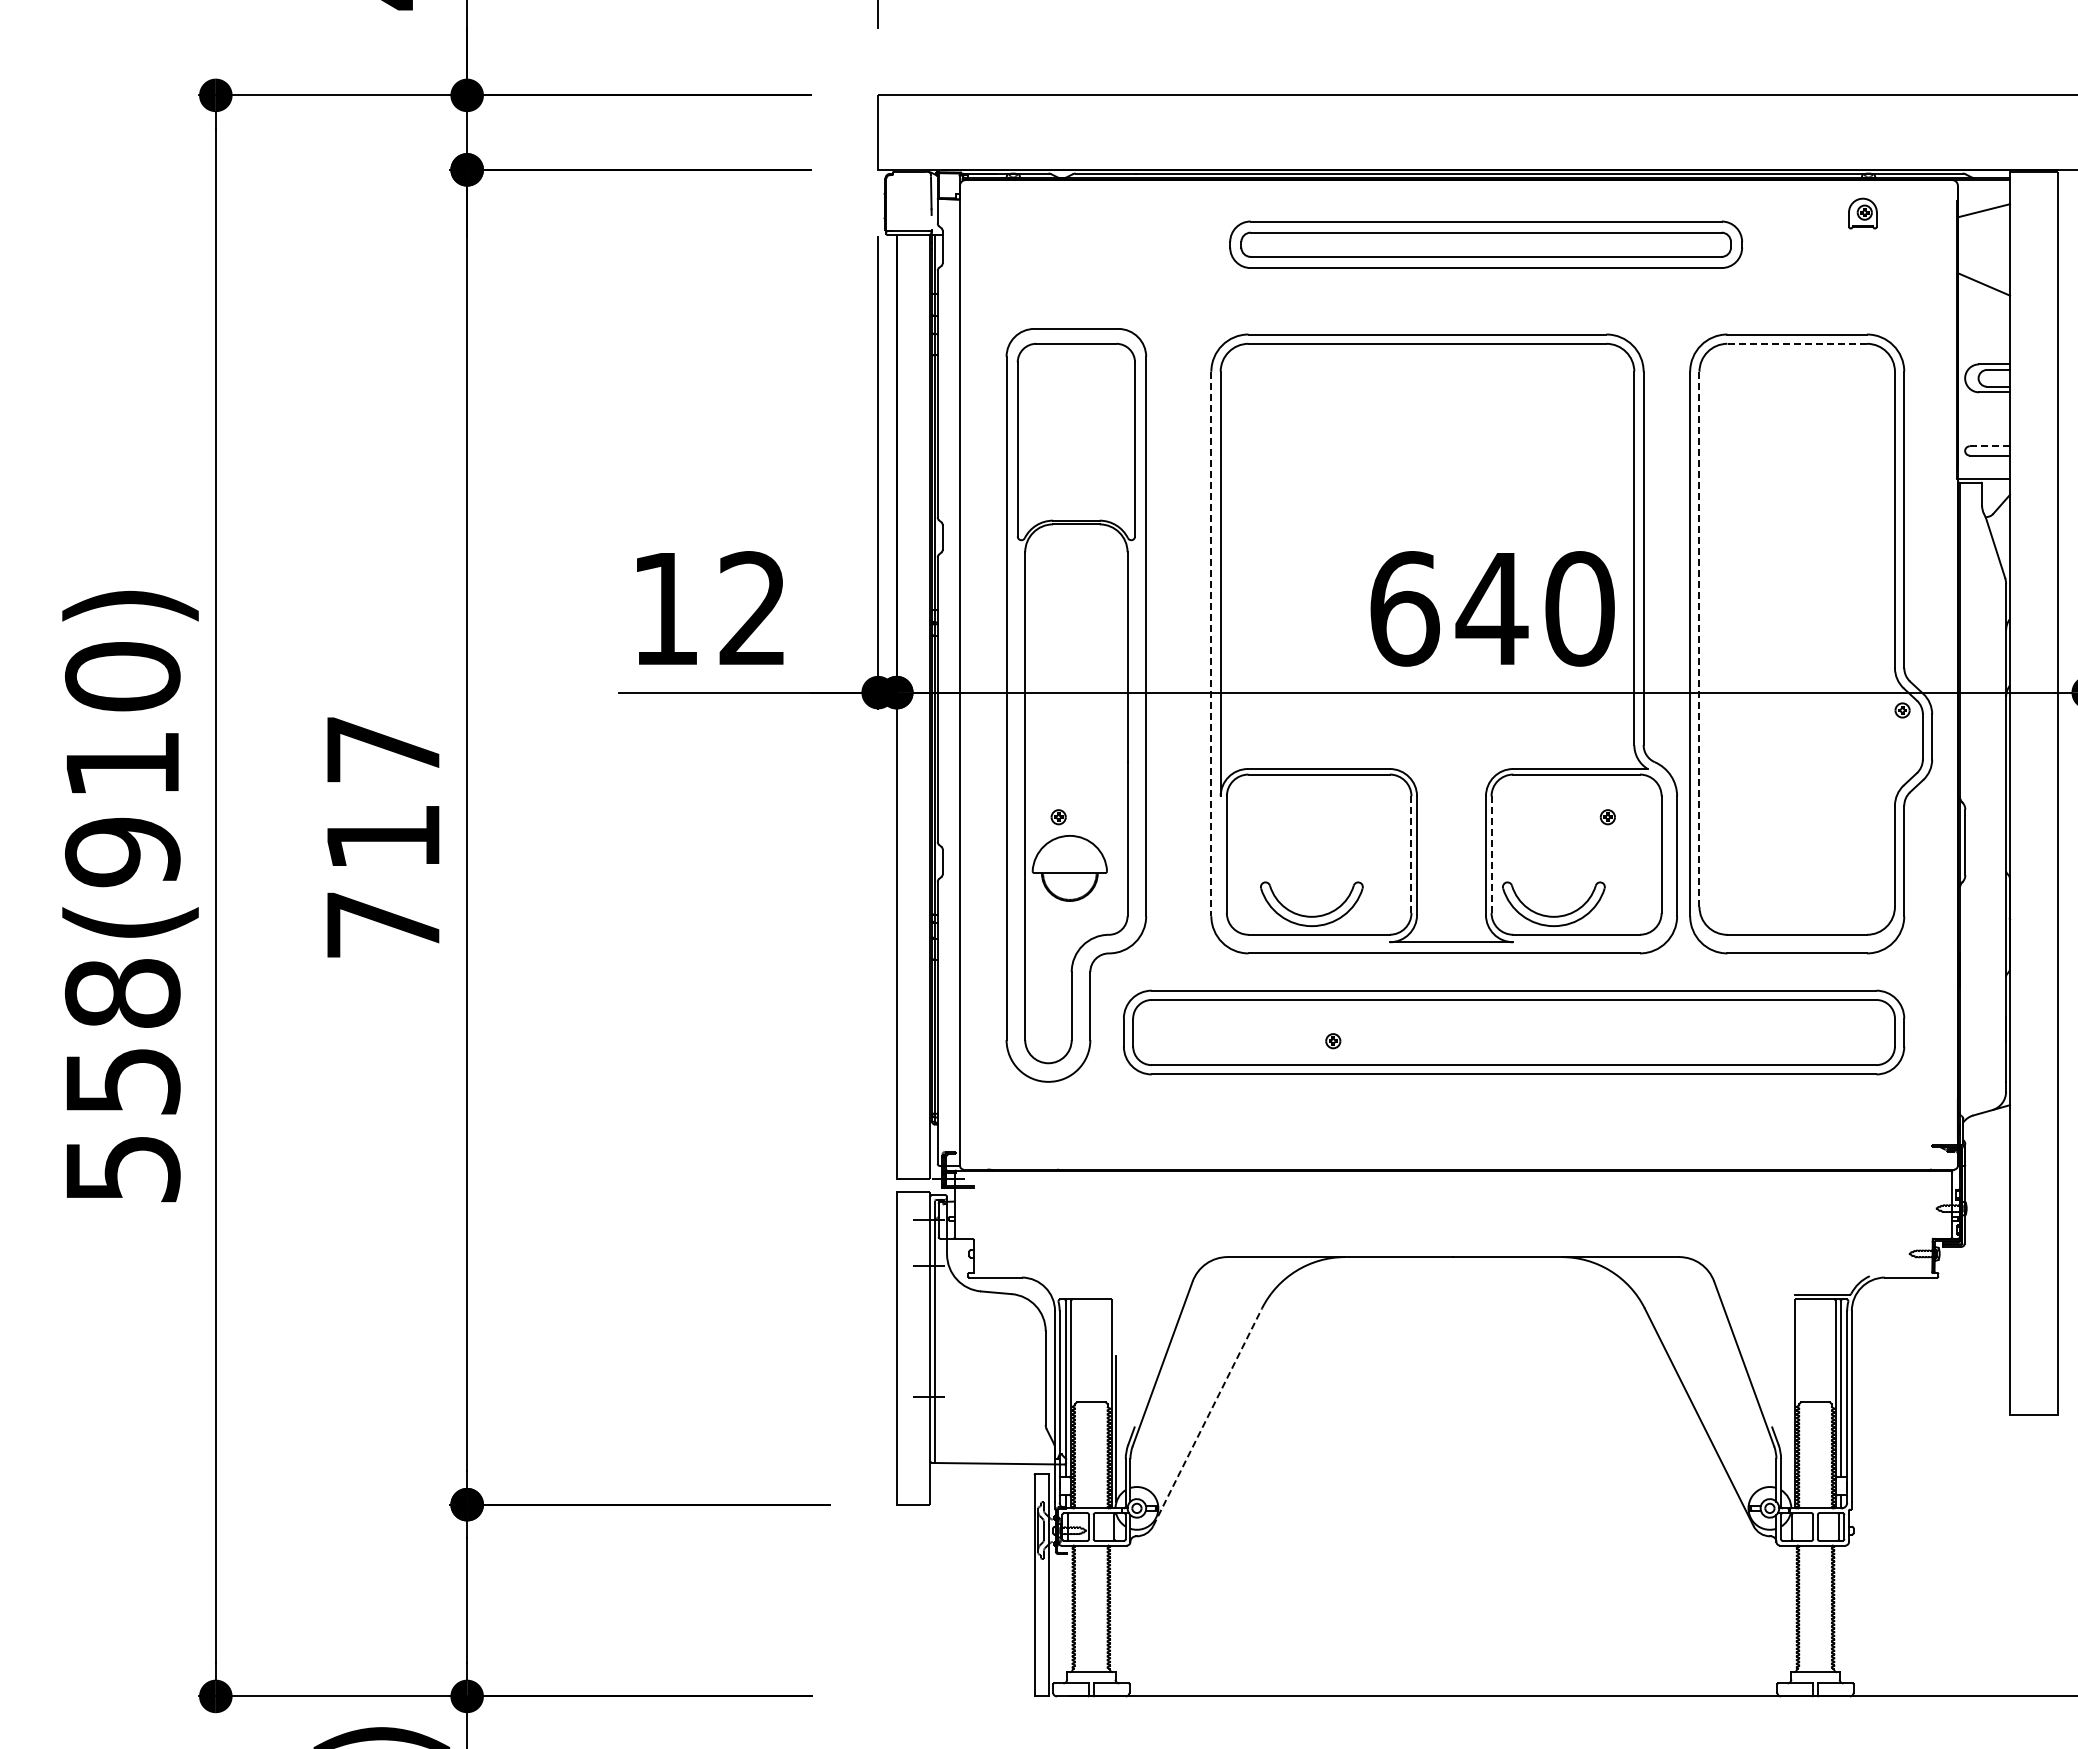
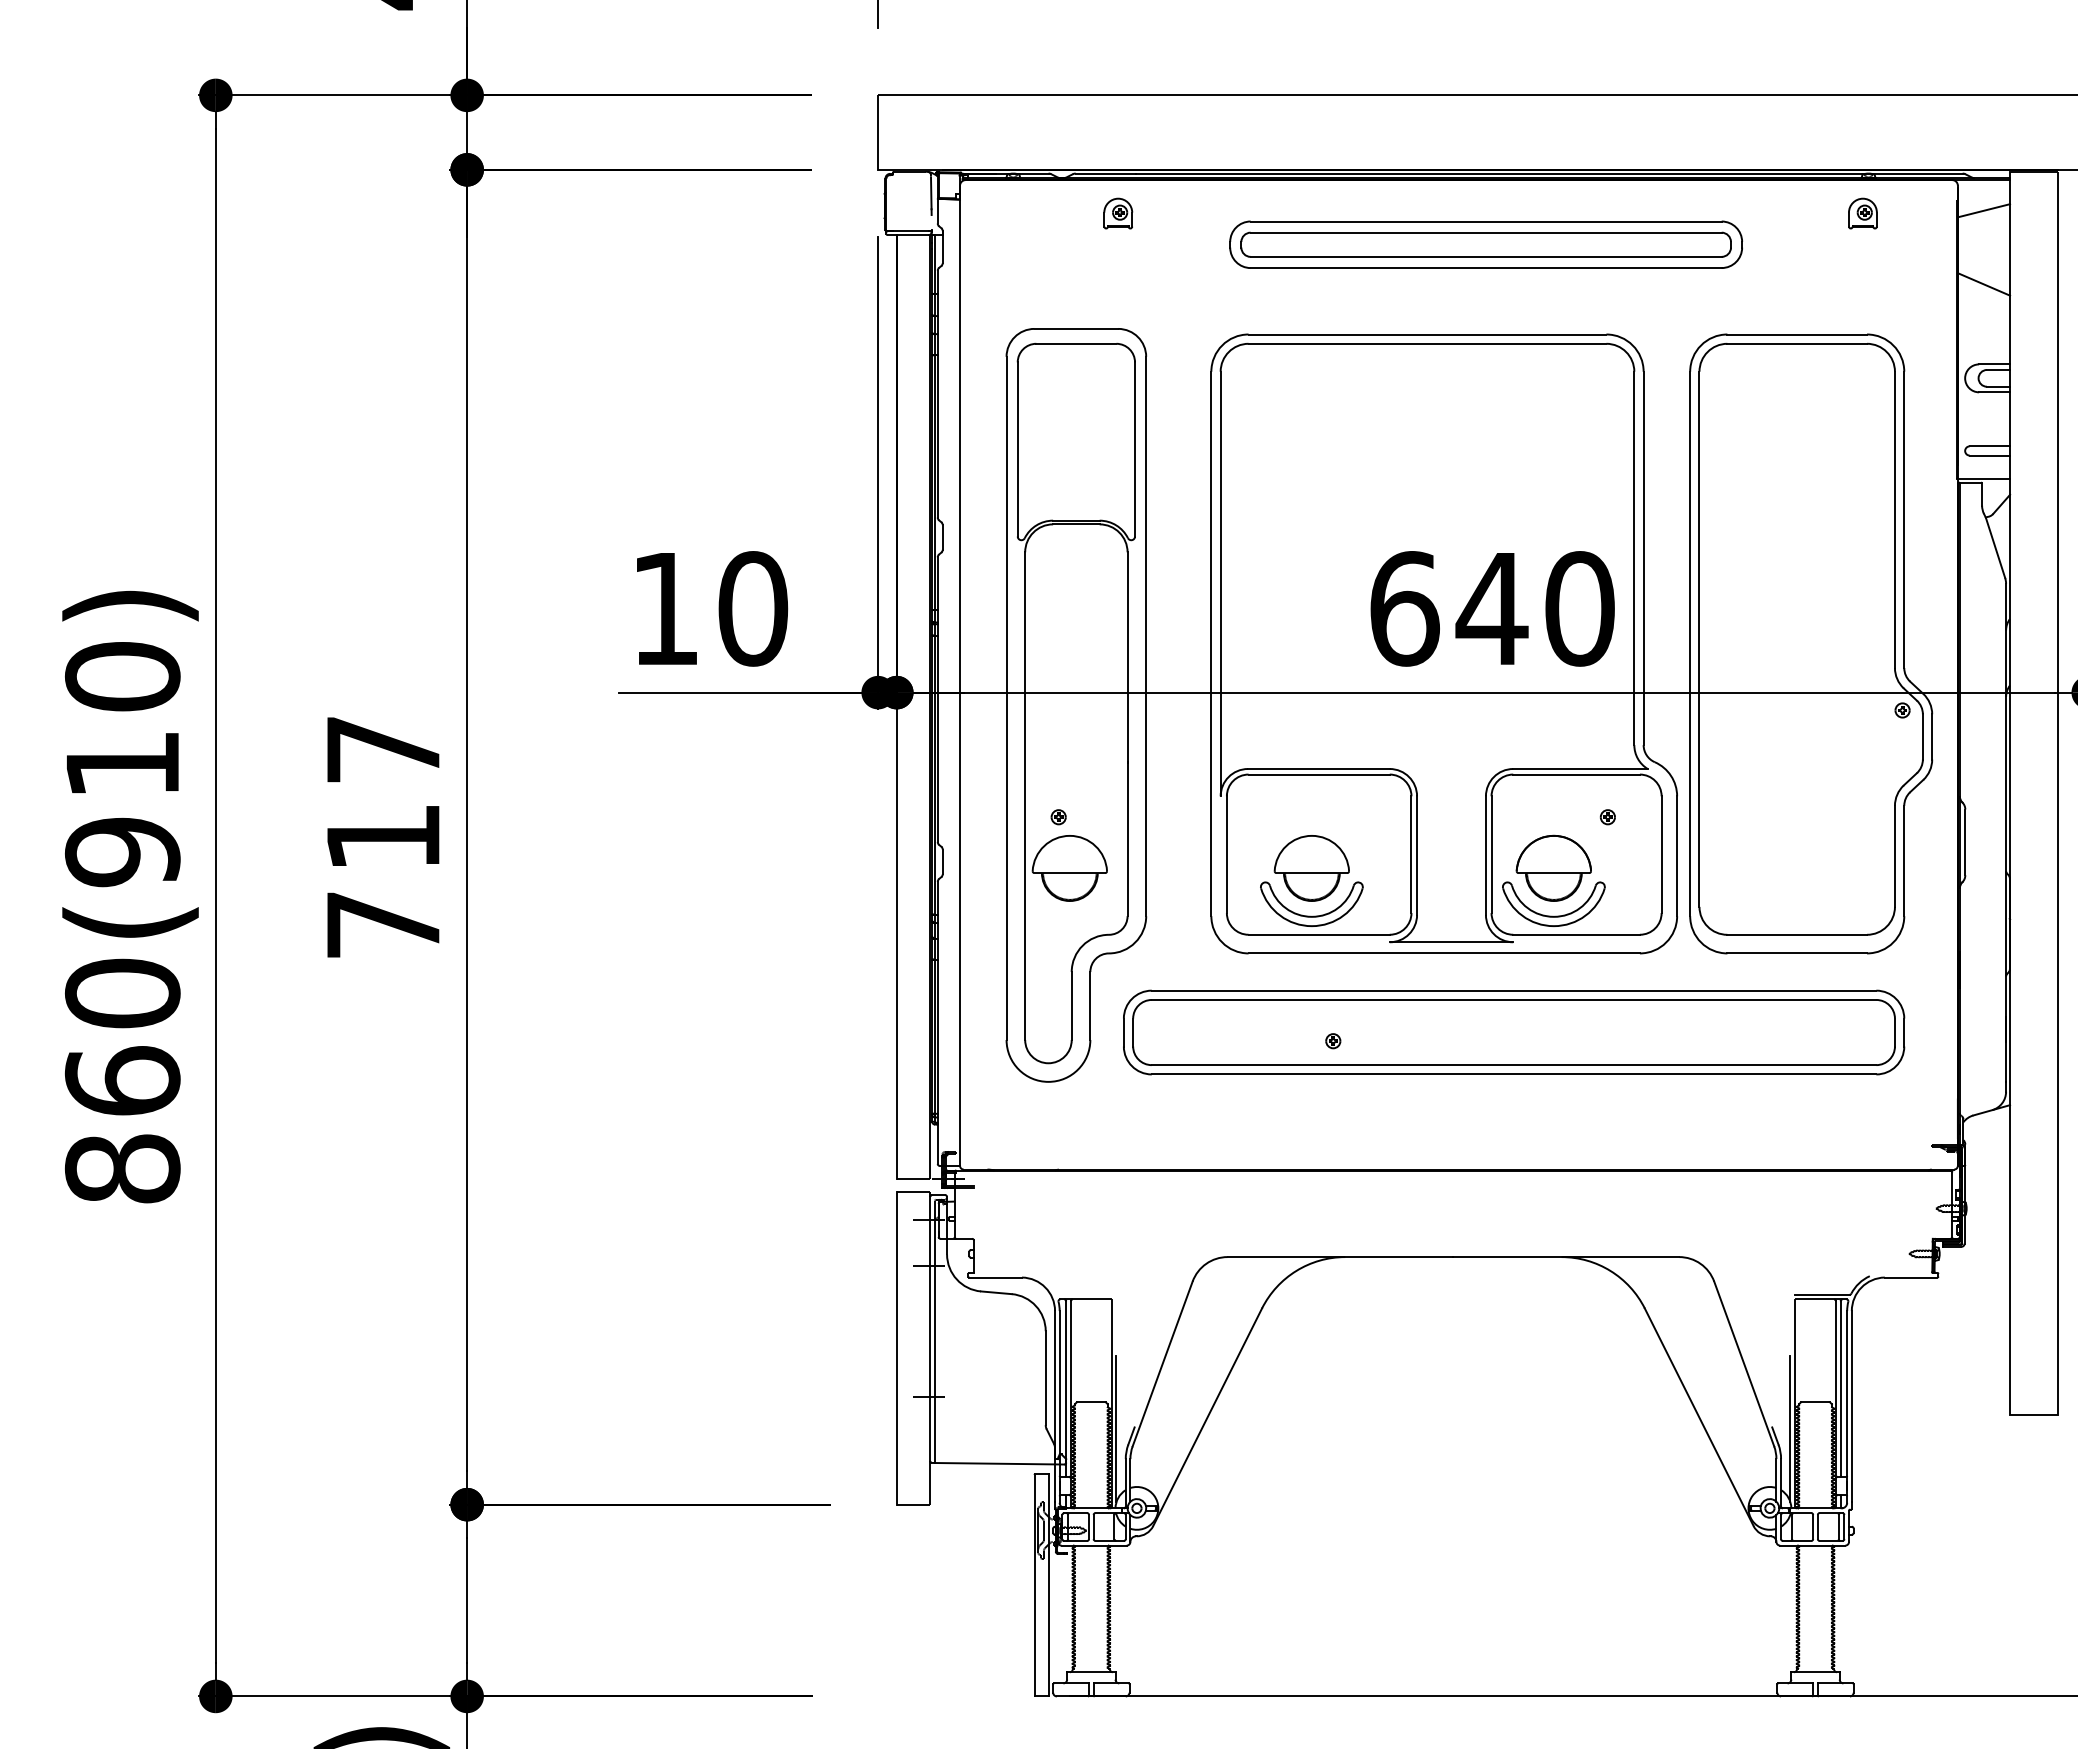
part at (1118, 213): none -> present
line at (1797, 343): dashed -> solid
line at (1990, 446): dashed -> solid
text at (753, 608): 12 -> 10
line at (1699, 639): dashed -> solid
line at (1211, 644): dashed -> solid
line at (1411, 854): dashed -> solid
line at (1491, 854): dashed -> solid
part at (1553, 867): none -> present
part at (1311, 868): none -> present
text at (122, 1080): 558(910) -> 860(910)
line at (1207, 1417): dashed -> solid
line at (1790, 1428): none -> present
